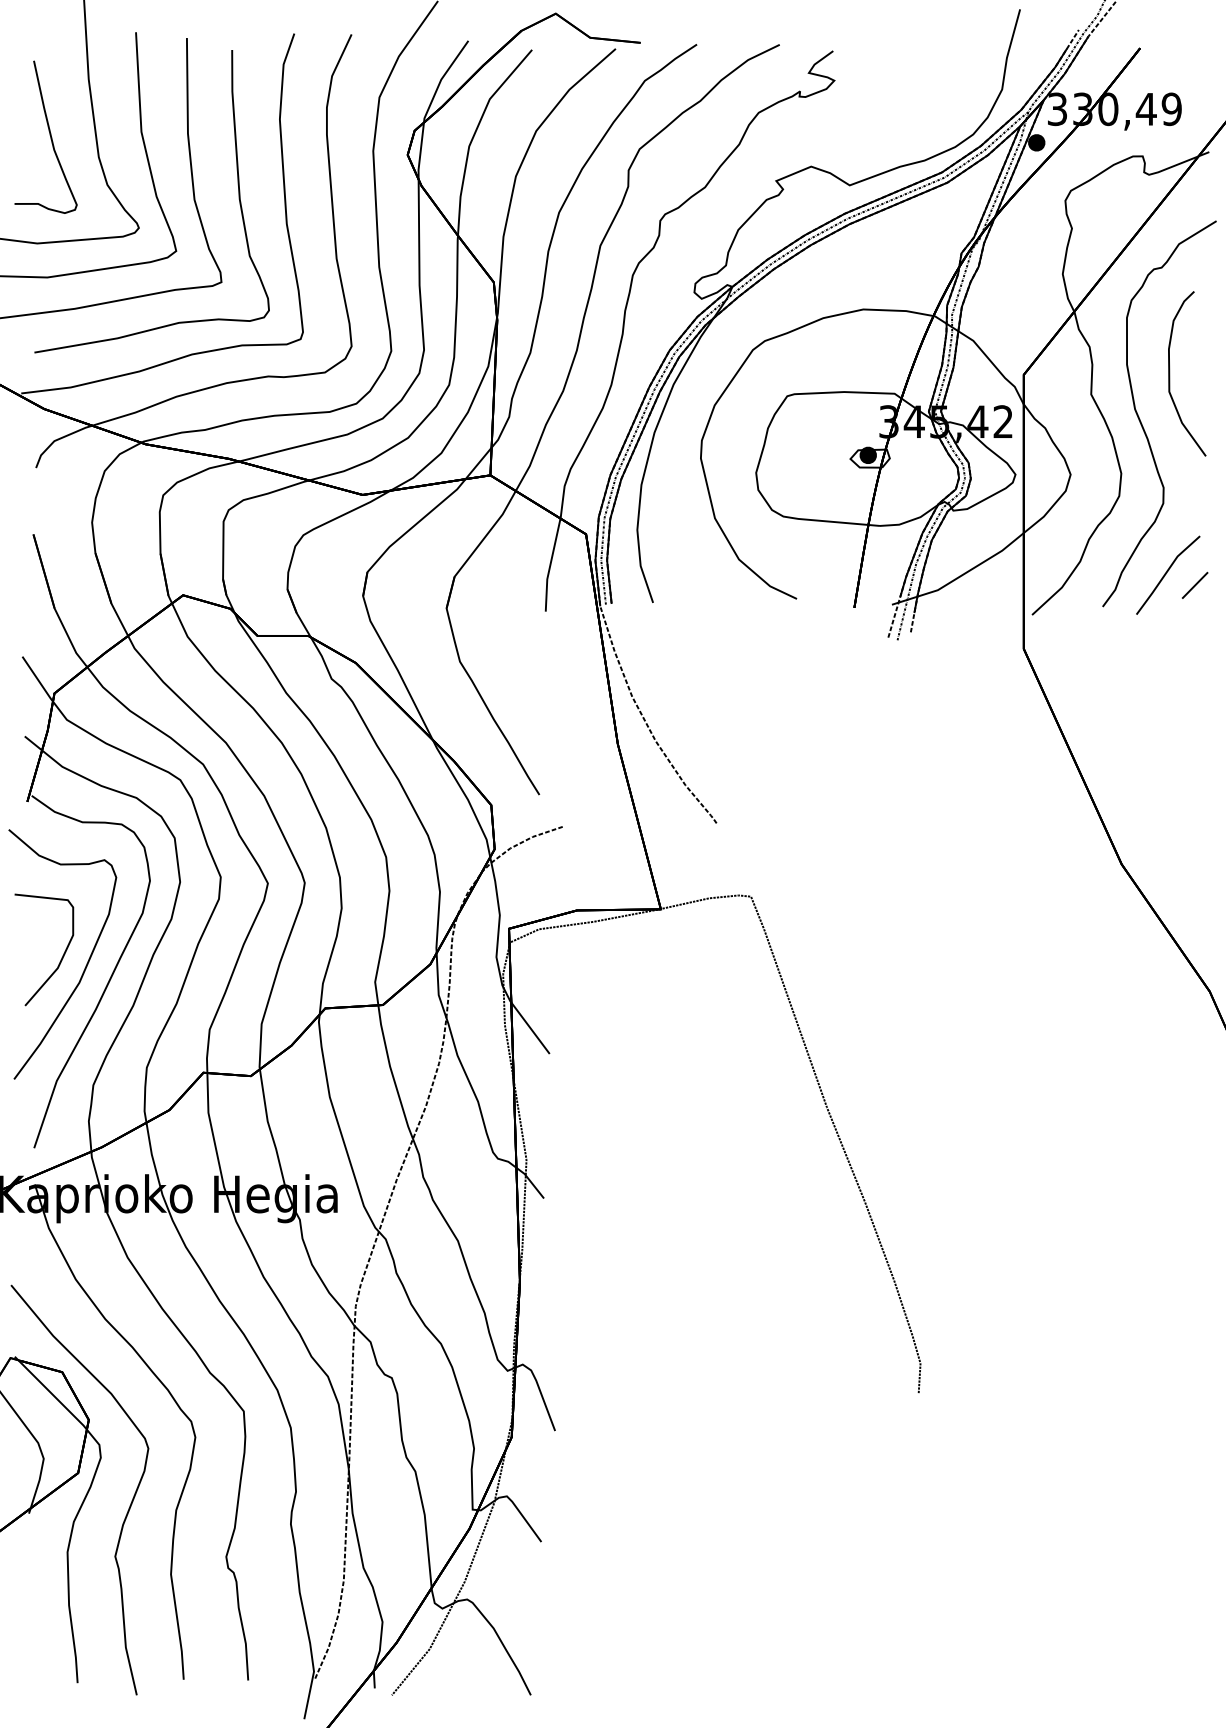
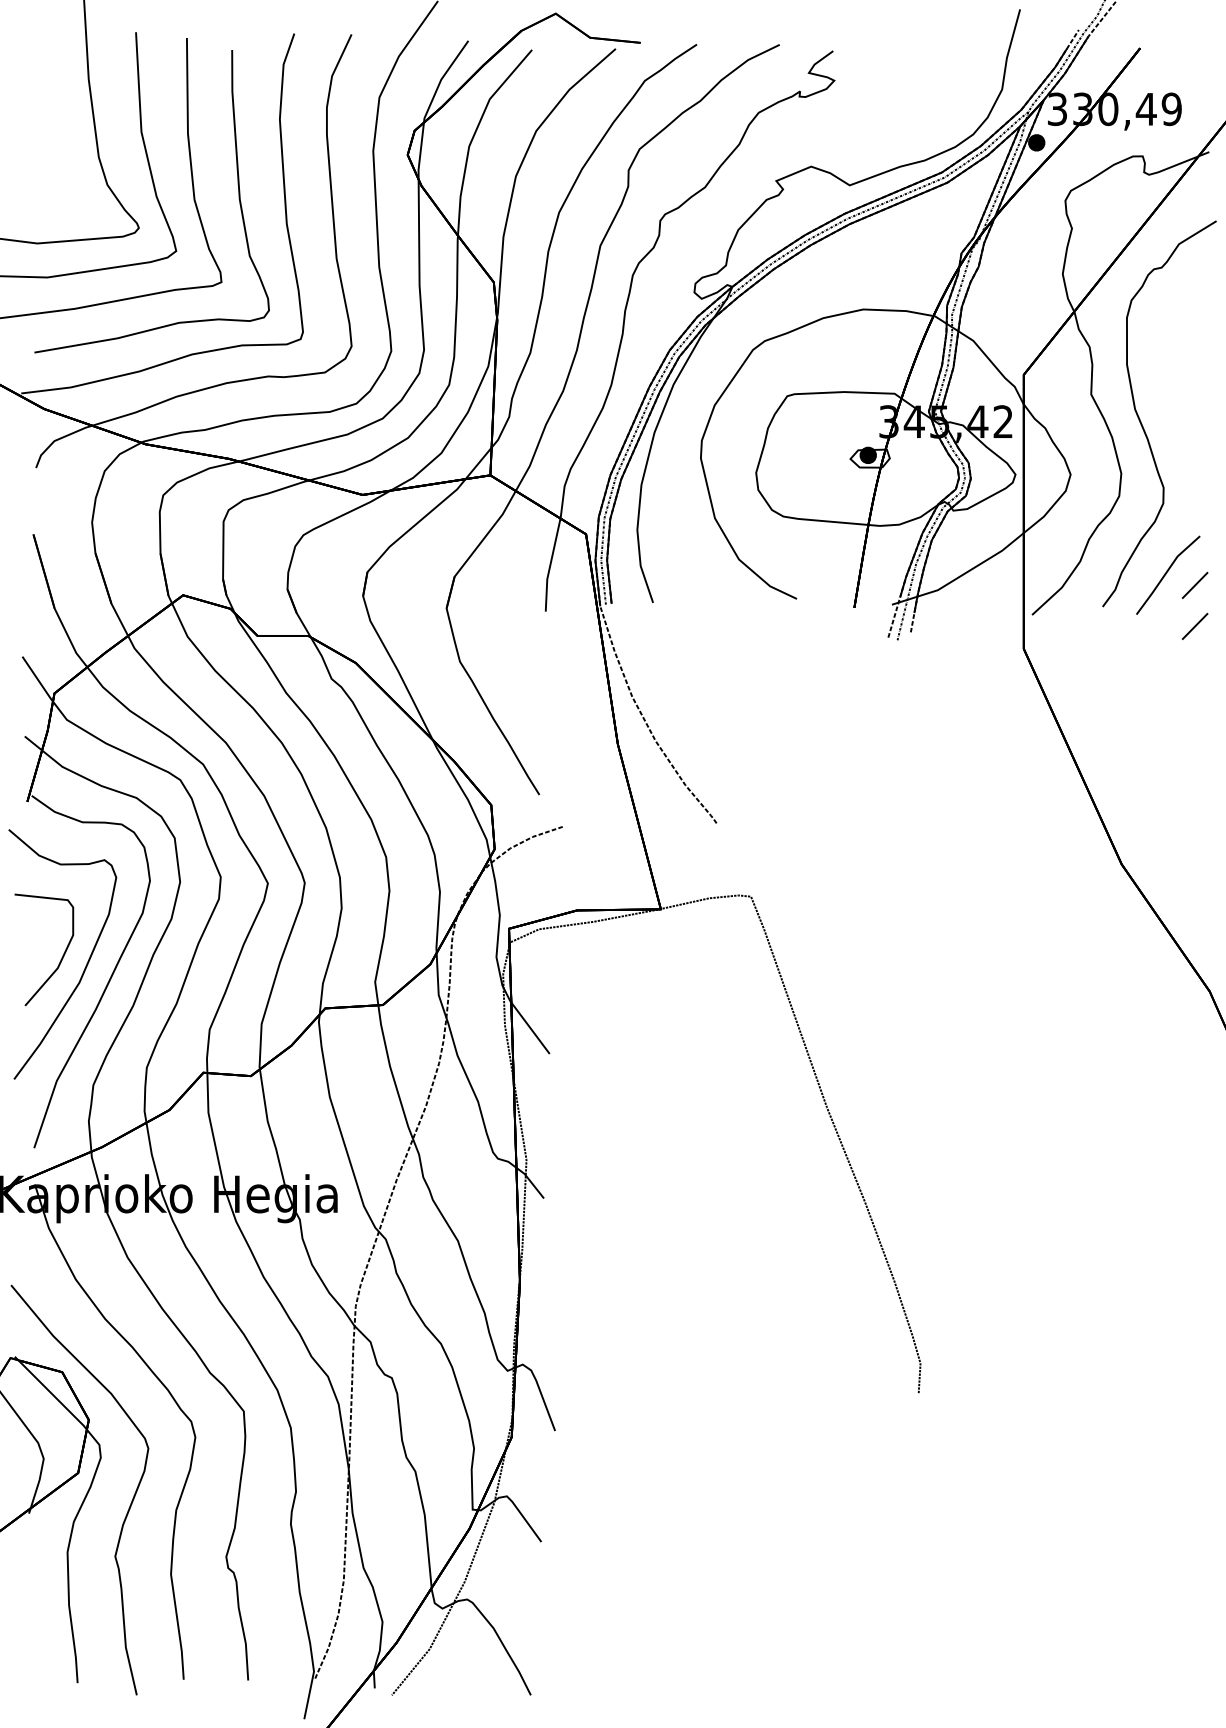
part at (45, 136): present -> none
curve at (1170, 373): present -> none
line at (1195, 625): none -> present
